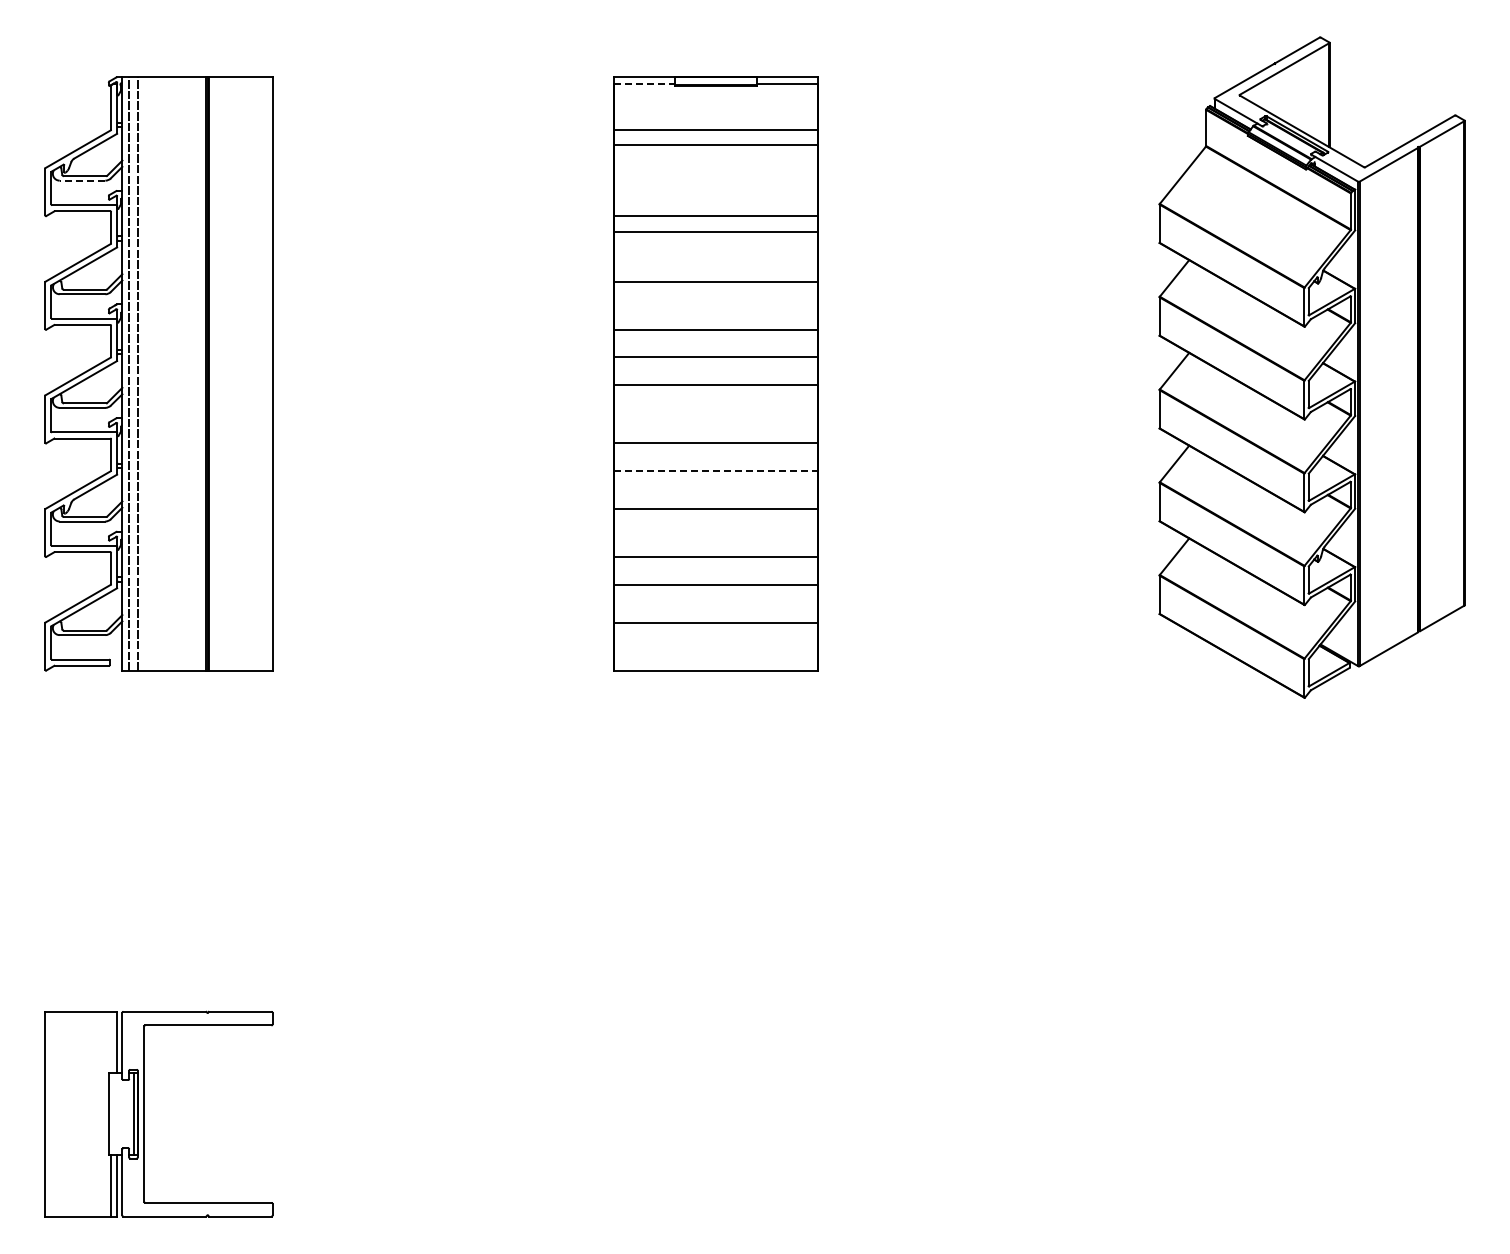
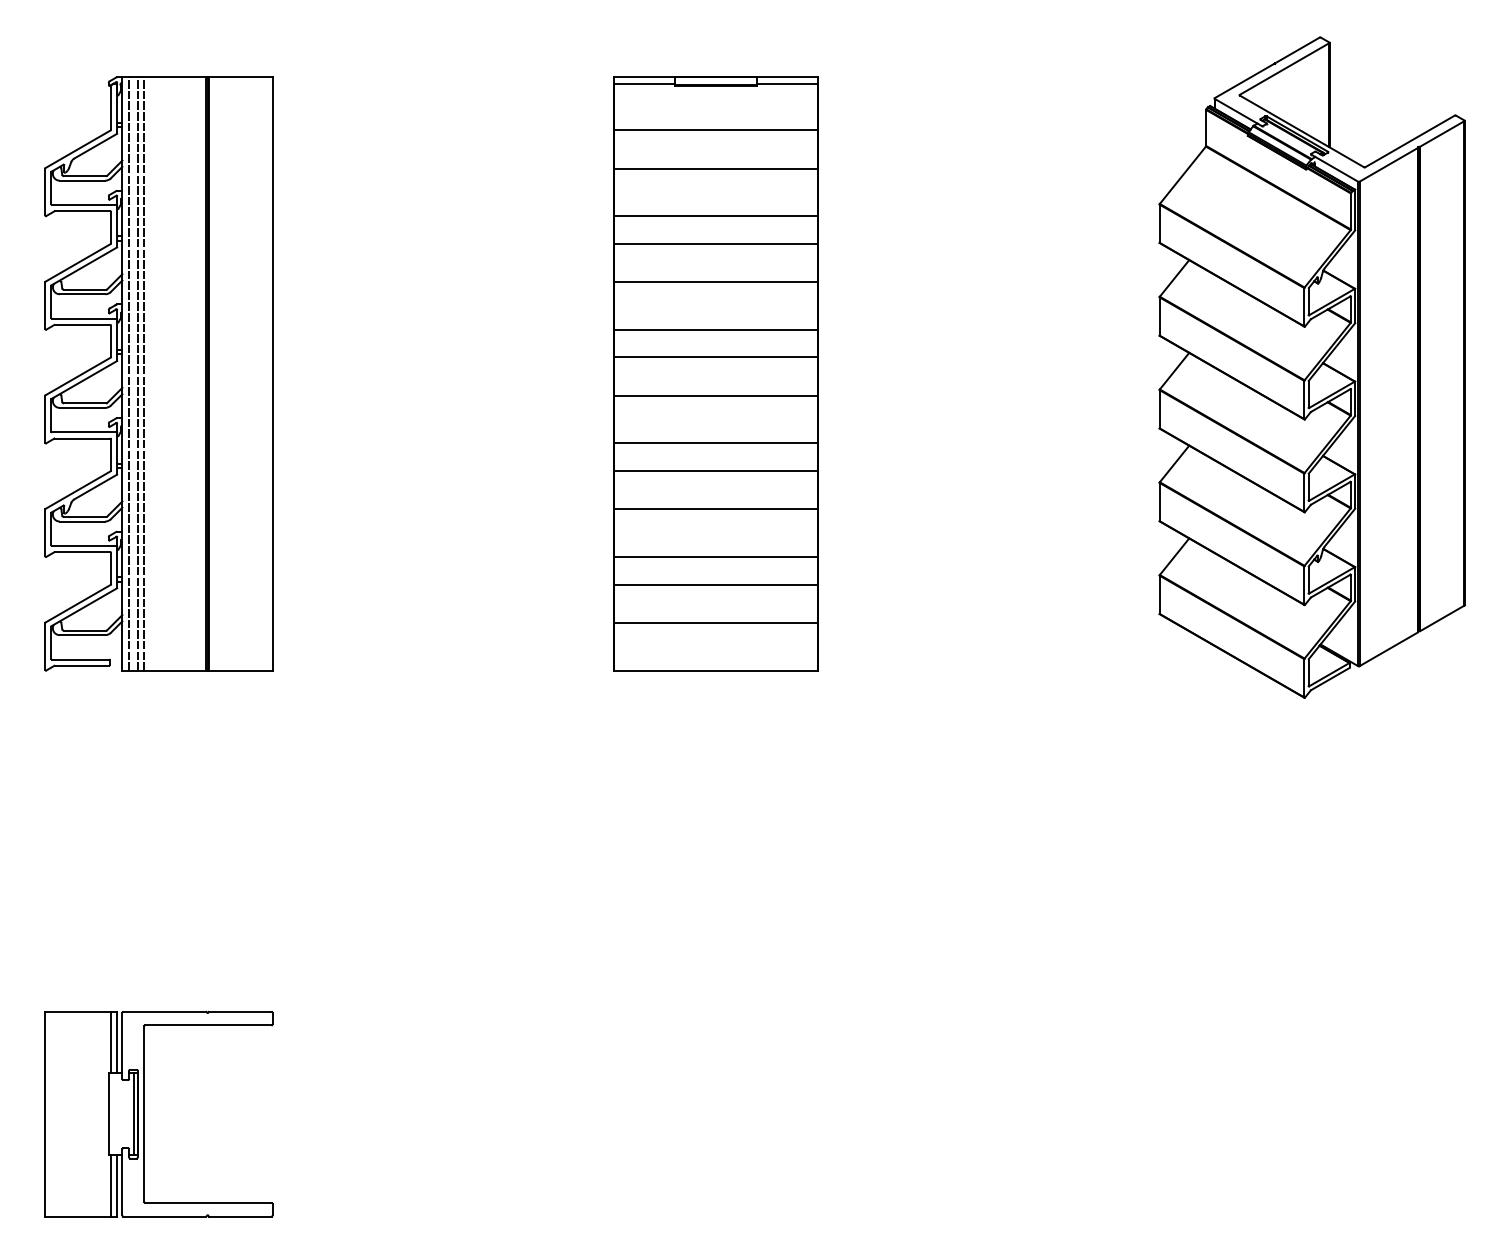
line at (644, 83): dashed -> solid
line at (715, 144) position: (715, 144) -> (715, 168)
line at (82, 180): dashed -> solid
line at (715, 231) position: (715, 231) -> (715, 243)
line at (144, 373): none -> present
line at (715, 384) position: (715, 384) -> (715, 395)
line at (716, 470): dashed -> solid
line at (111, 1042): none -> present
